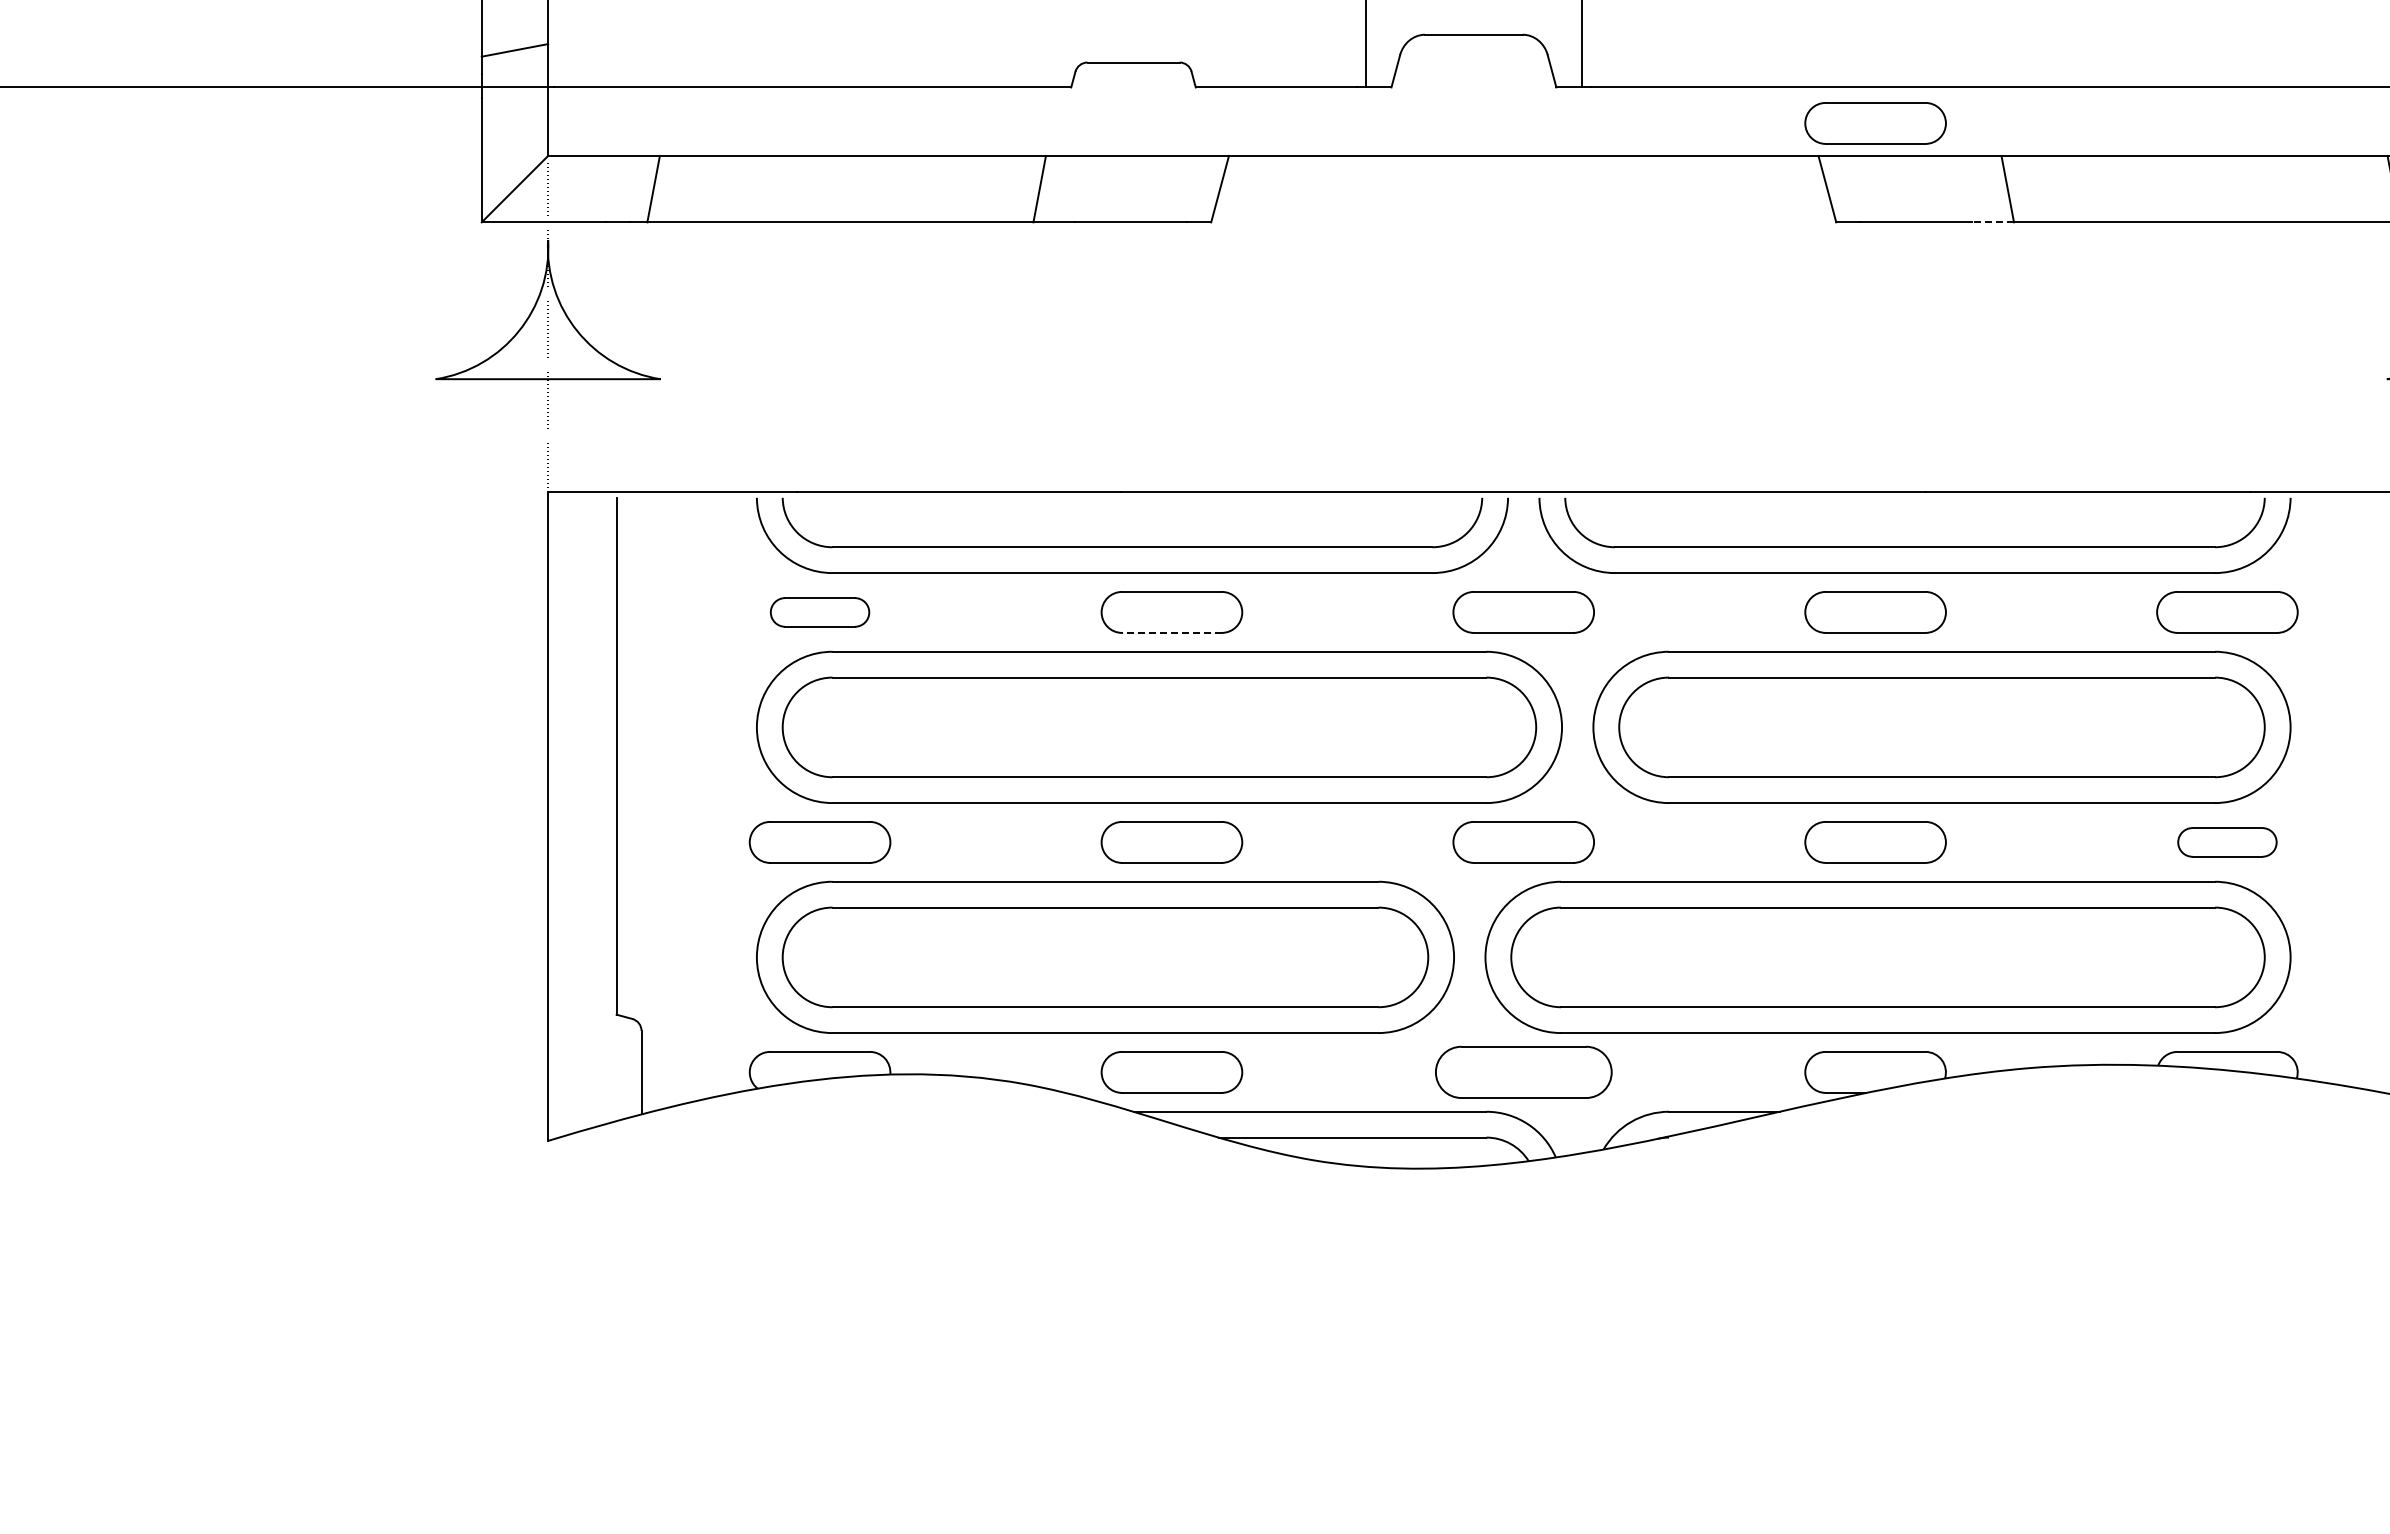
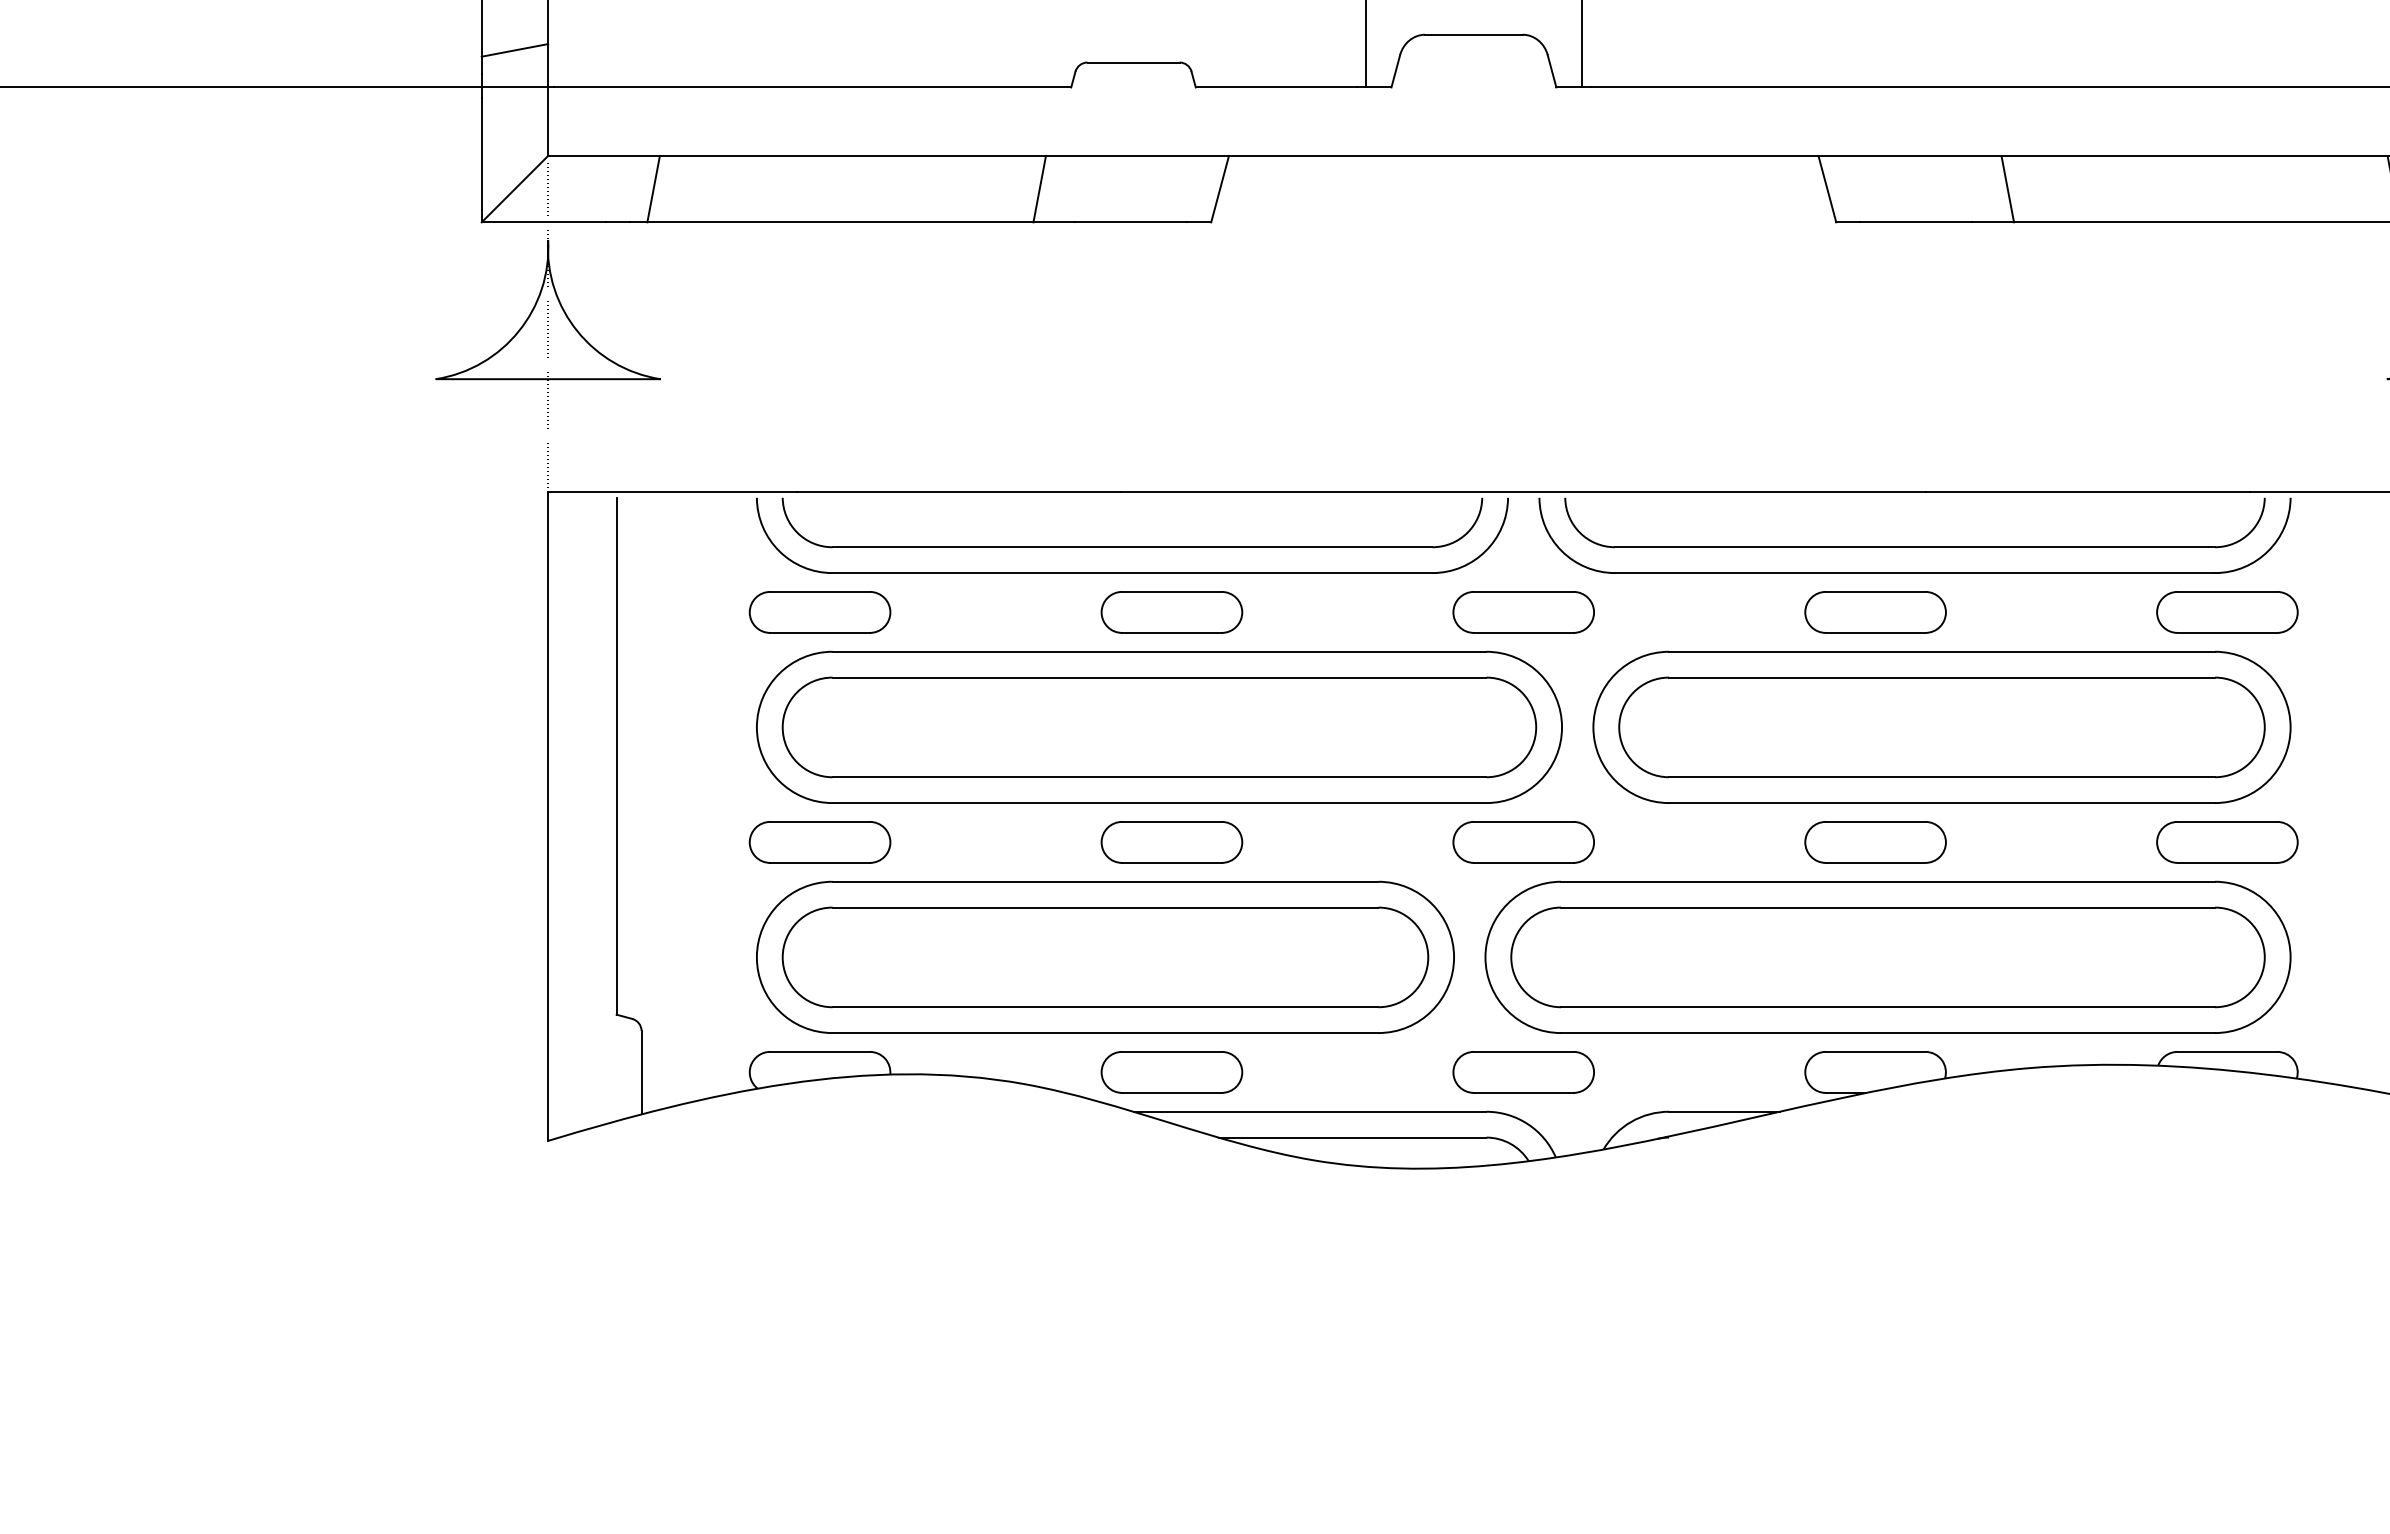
part at (1875, 123): present -> none
line at (1993, 222): dashed -> solid
part at (819, 612) size: 102x31 px -> 144x43 px
line at (1171, 632): dashed -> solid
part at (2227, 842) size: 101x31 px -> 143x43 px
part at (1523, 1071) size: 178x54 px -> 143x43 px
